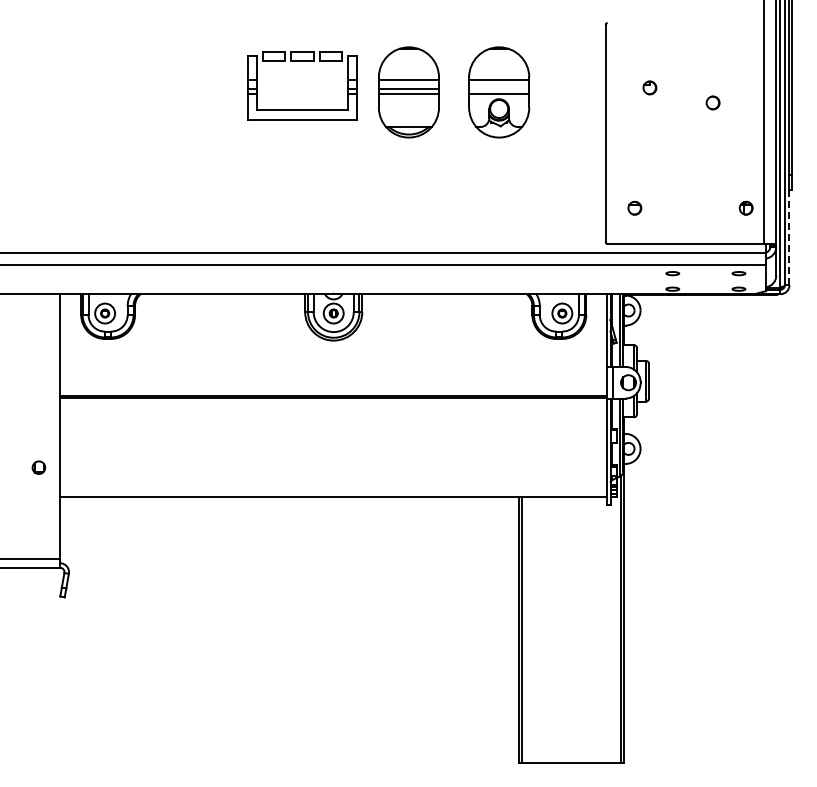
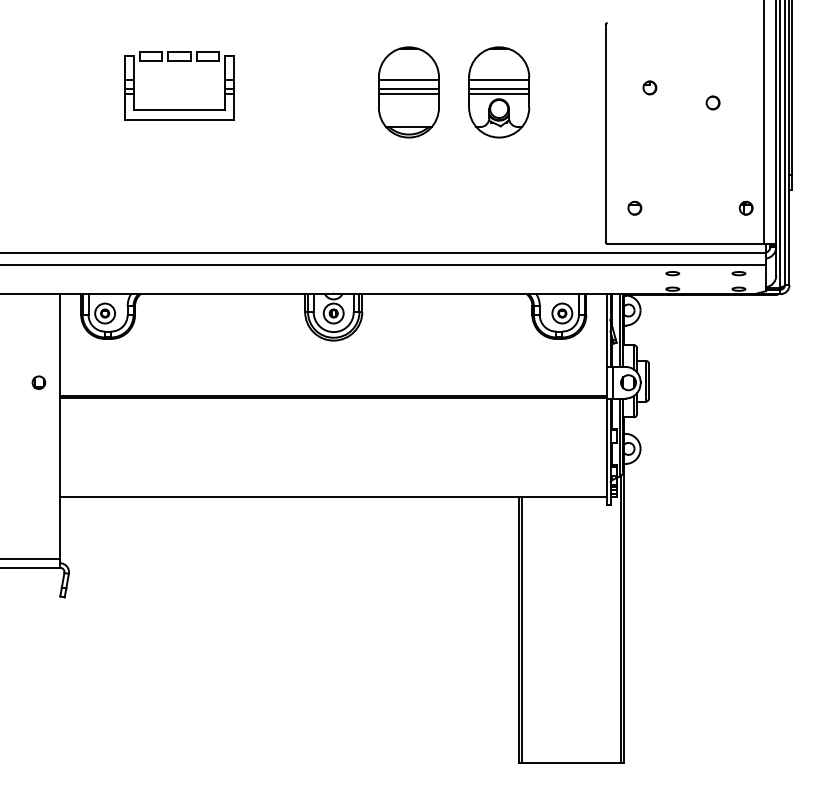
part at (302, 61) position: (302, 61) -> (179, 61)
line at (499, 89): none -> present
line at (789, 238): dashed -> solid
part at (38, 467) position: (38, 467) -> (38, 382)
